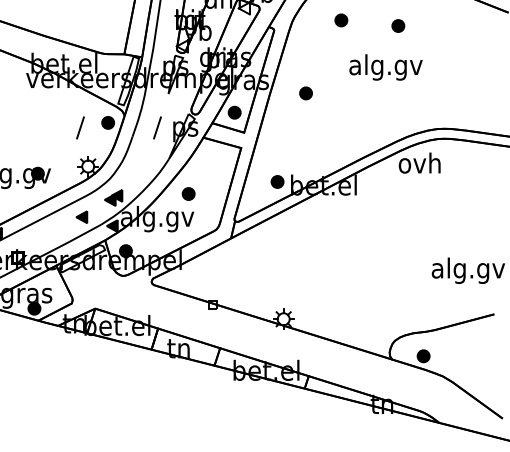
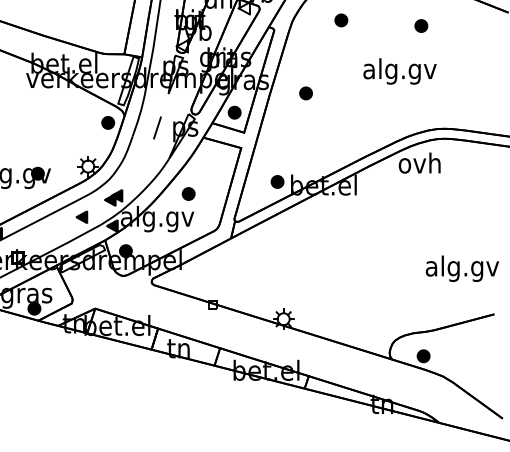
part at (398, 25) position: (398, 25) -> (421, 25)
text at (385, 67) position: (385, 67) -> (399, 71)
line at (80, 127): present -> none
text at (468, 270) position: (468, 270) -> (462, 268)
